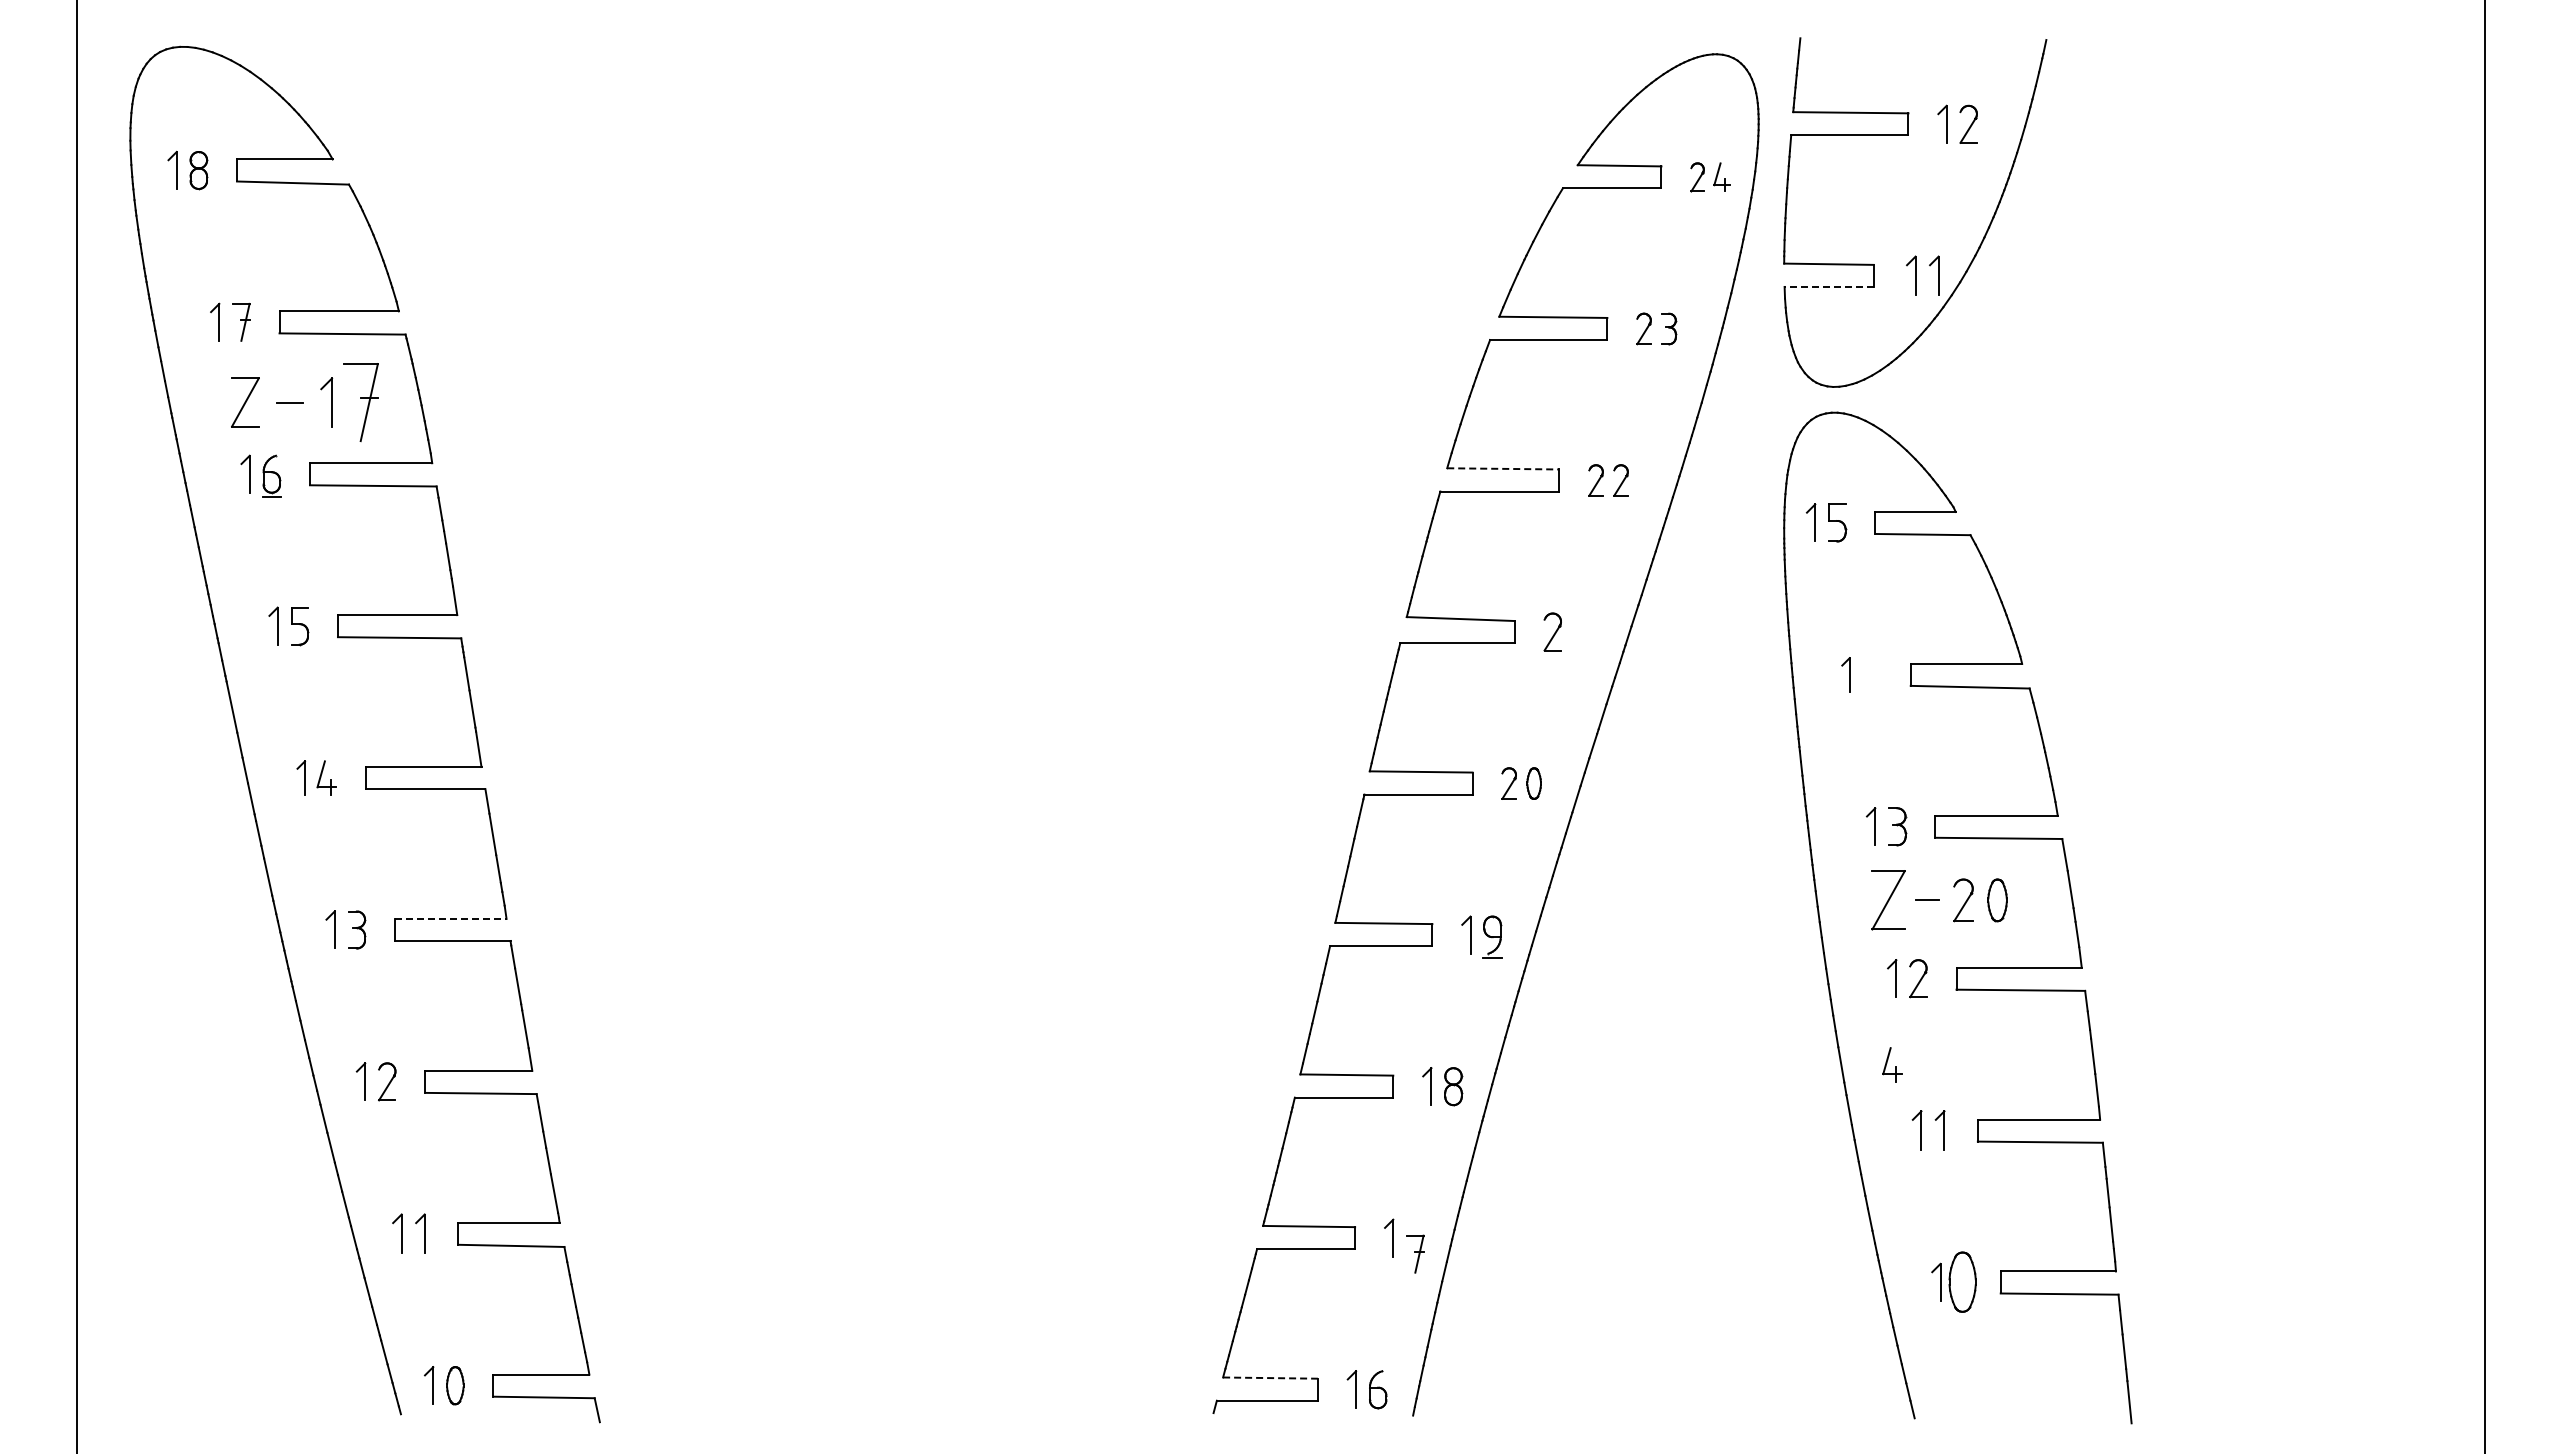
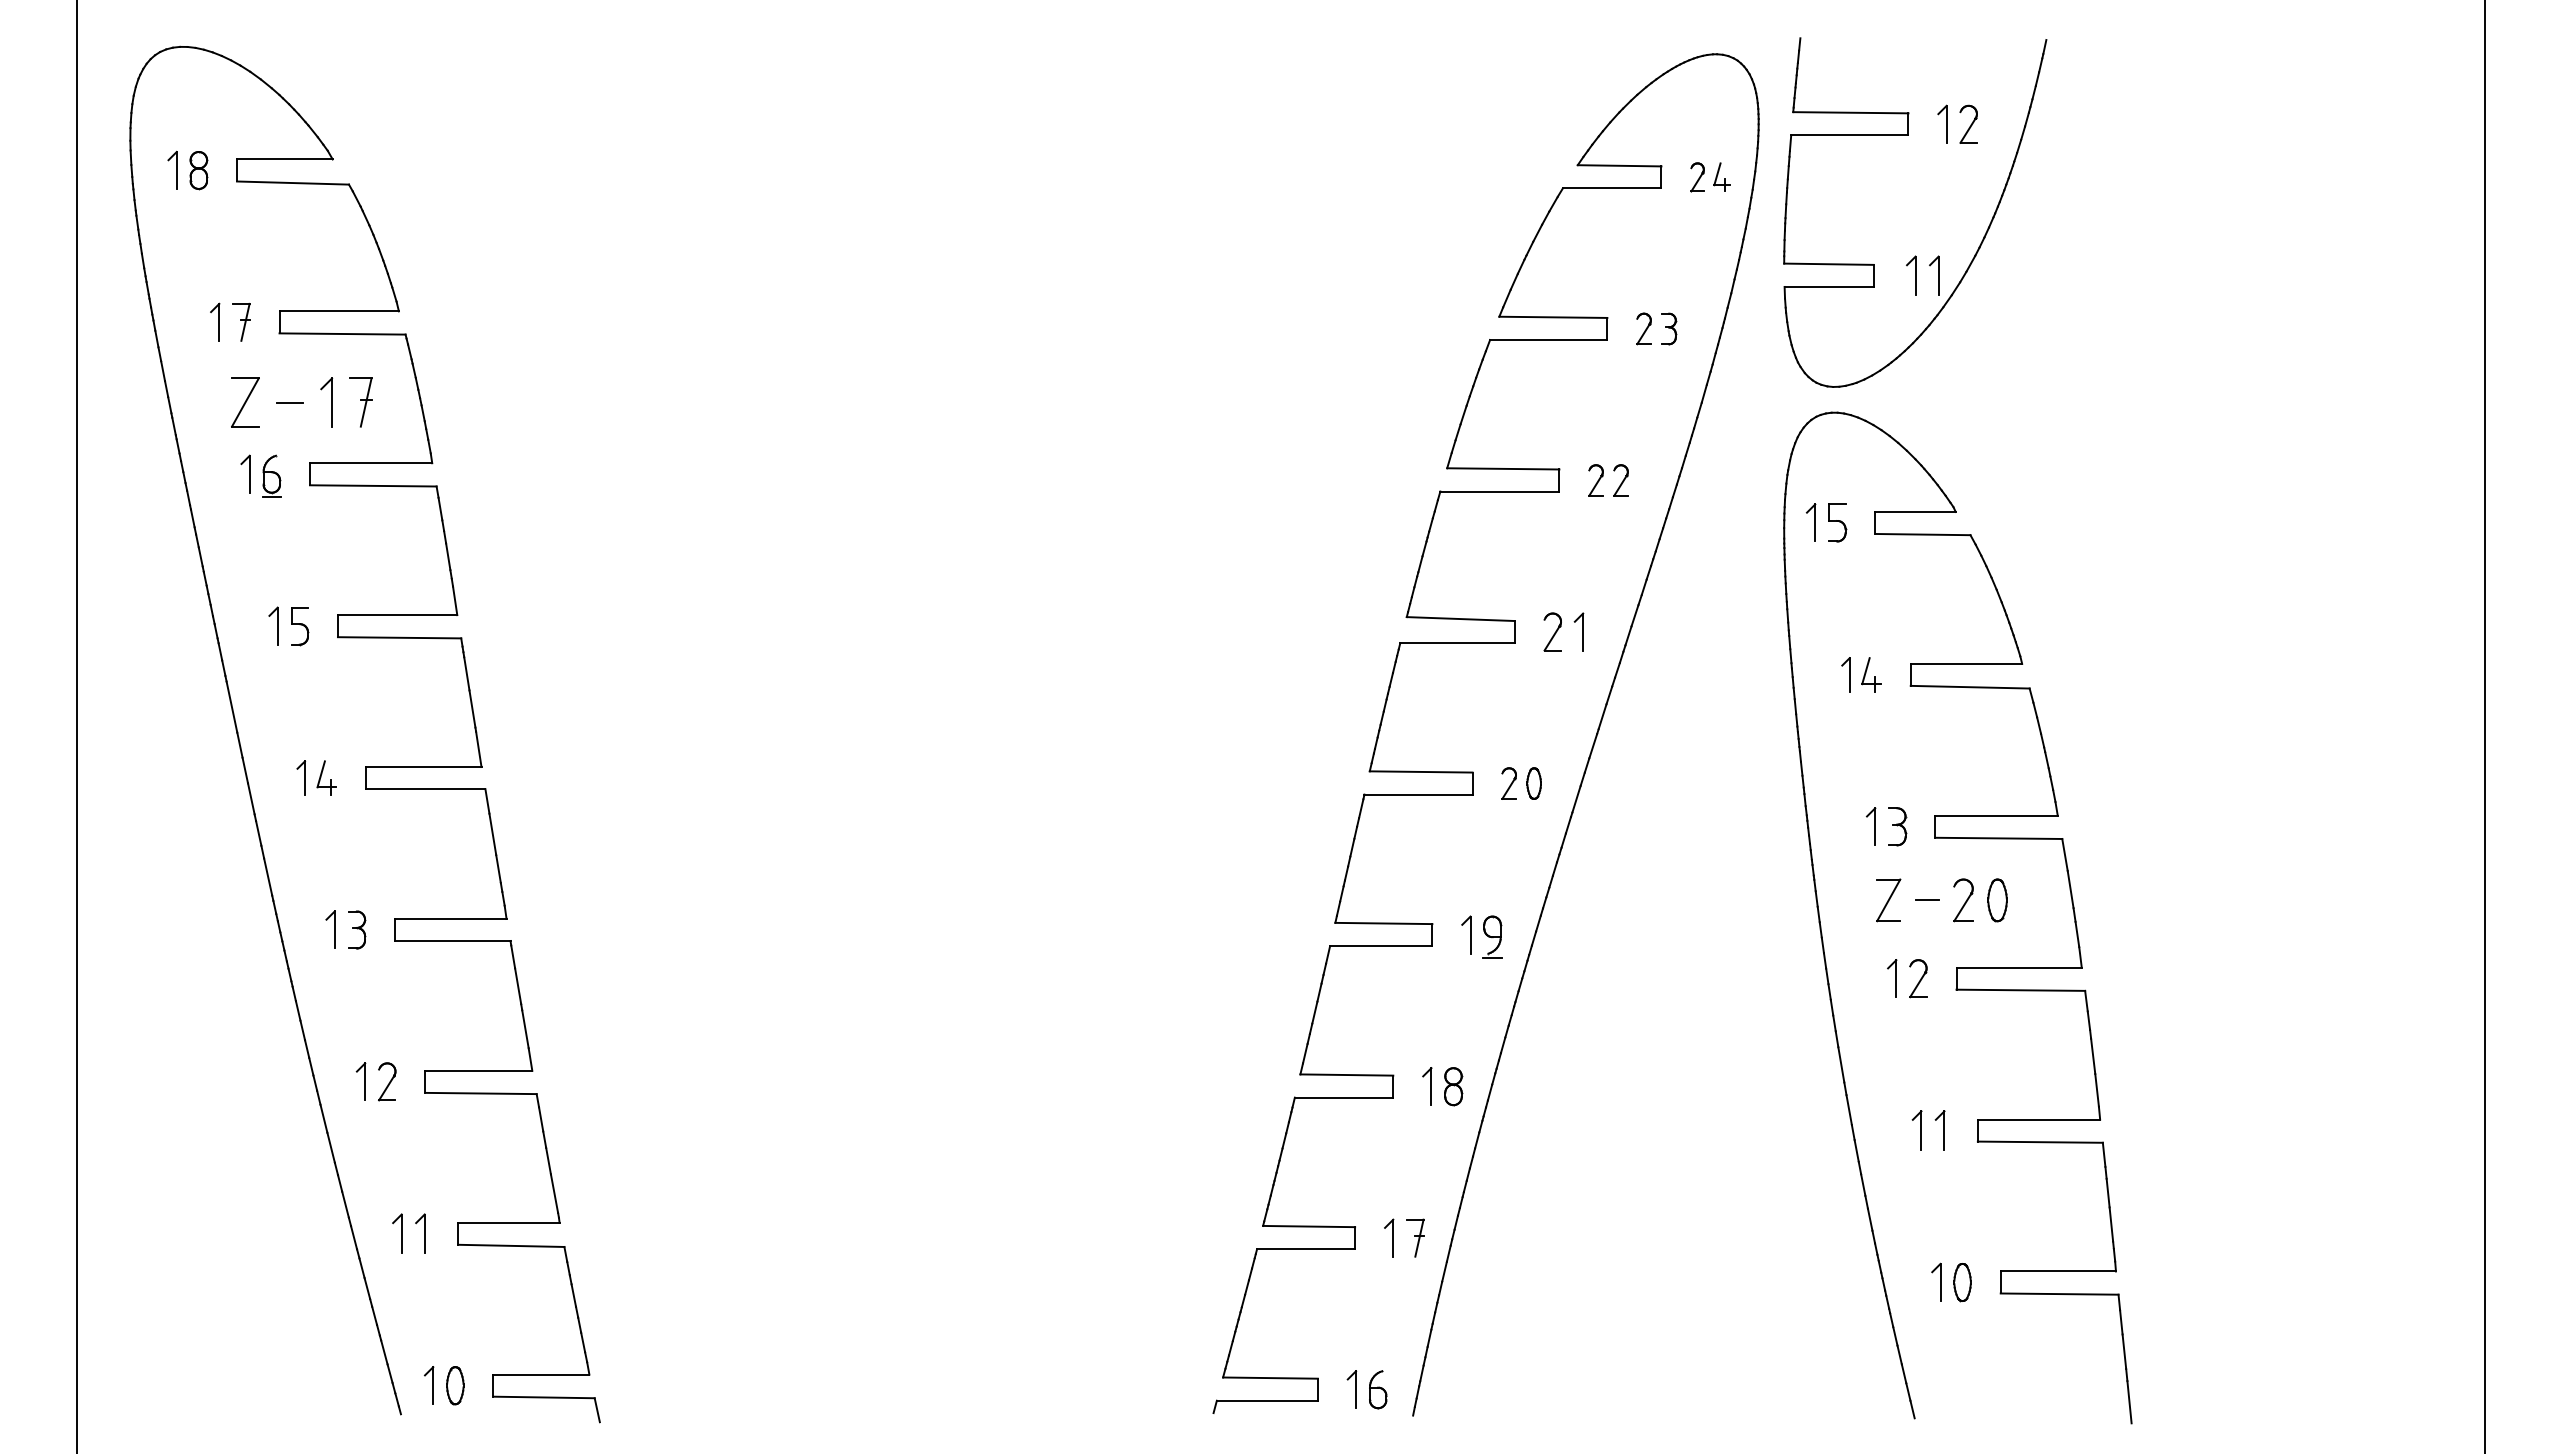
line at (1829, 286): dashed -> solid
part at (360, 402) size: 36x80 px -> 24x51 px
line at (1503, 468): dashed -> solid
part at (1578, 631): none -> present
part at (1888, 900) size: 35x61 px -> 26x45 px
line at (450, 918): dashed -> solid
part at (1892, 1064) position: (1892, 1064) -> (1871, 674)
part at (1415, 1253) position: (1415, 1253) -> (1415, 1237)
part at (1962, 1281) size: 29x62 px -> 19x40 px
line at (1271, 1378): dashed -> solid
